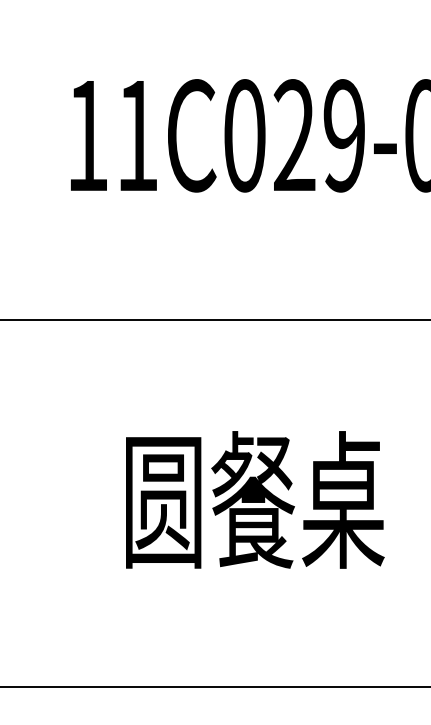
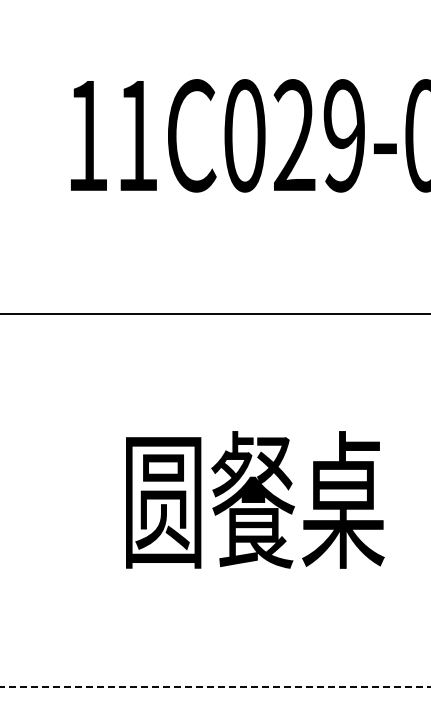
line at (214, 320) position: (214, 320) -> (214, 314)
line at (215, 686): solid -> dashed
